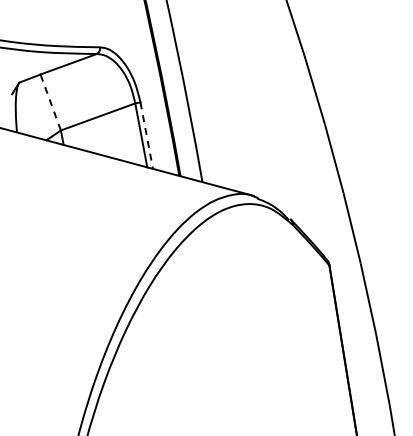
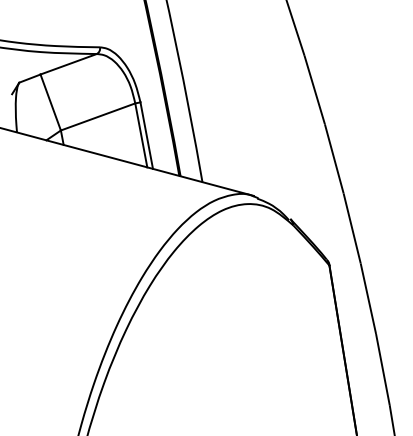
line at (50, 102): dashed -> solid
line at (146, 135): dashed -> solid
